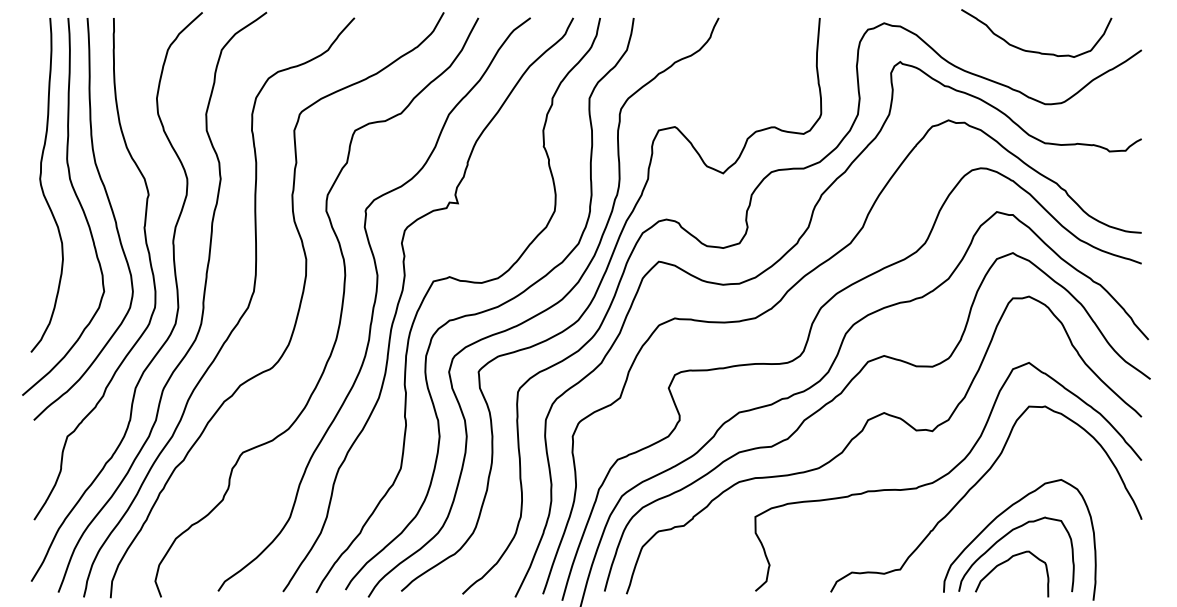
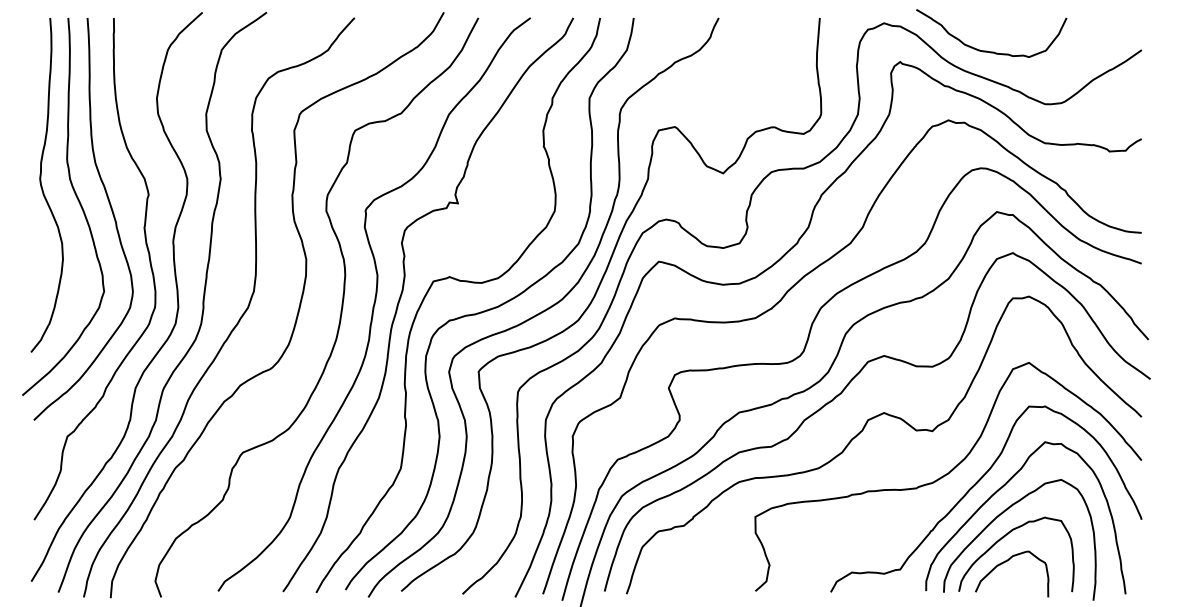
curve at (1031, 50) position: (1031, 50) -> (986, 50)
curve at (1002, 488): none -> present
